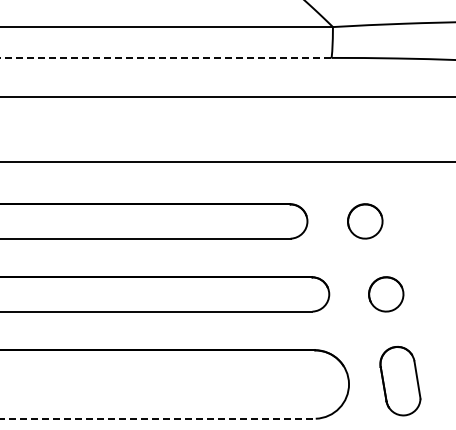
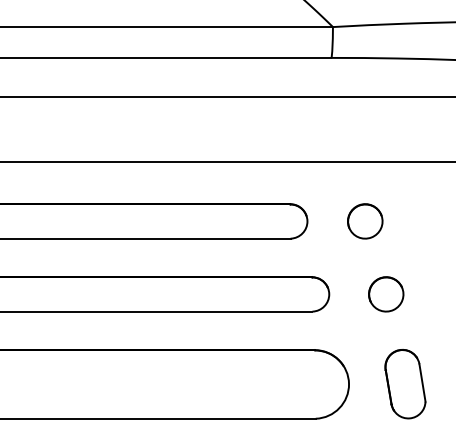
line at (165, 57): dashed -> solid
part at (400, 381) position: (400, 381) -> (405, 384)
line at (158, 418): dashed -> solid
